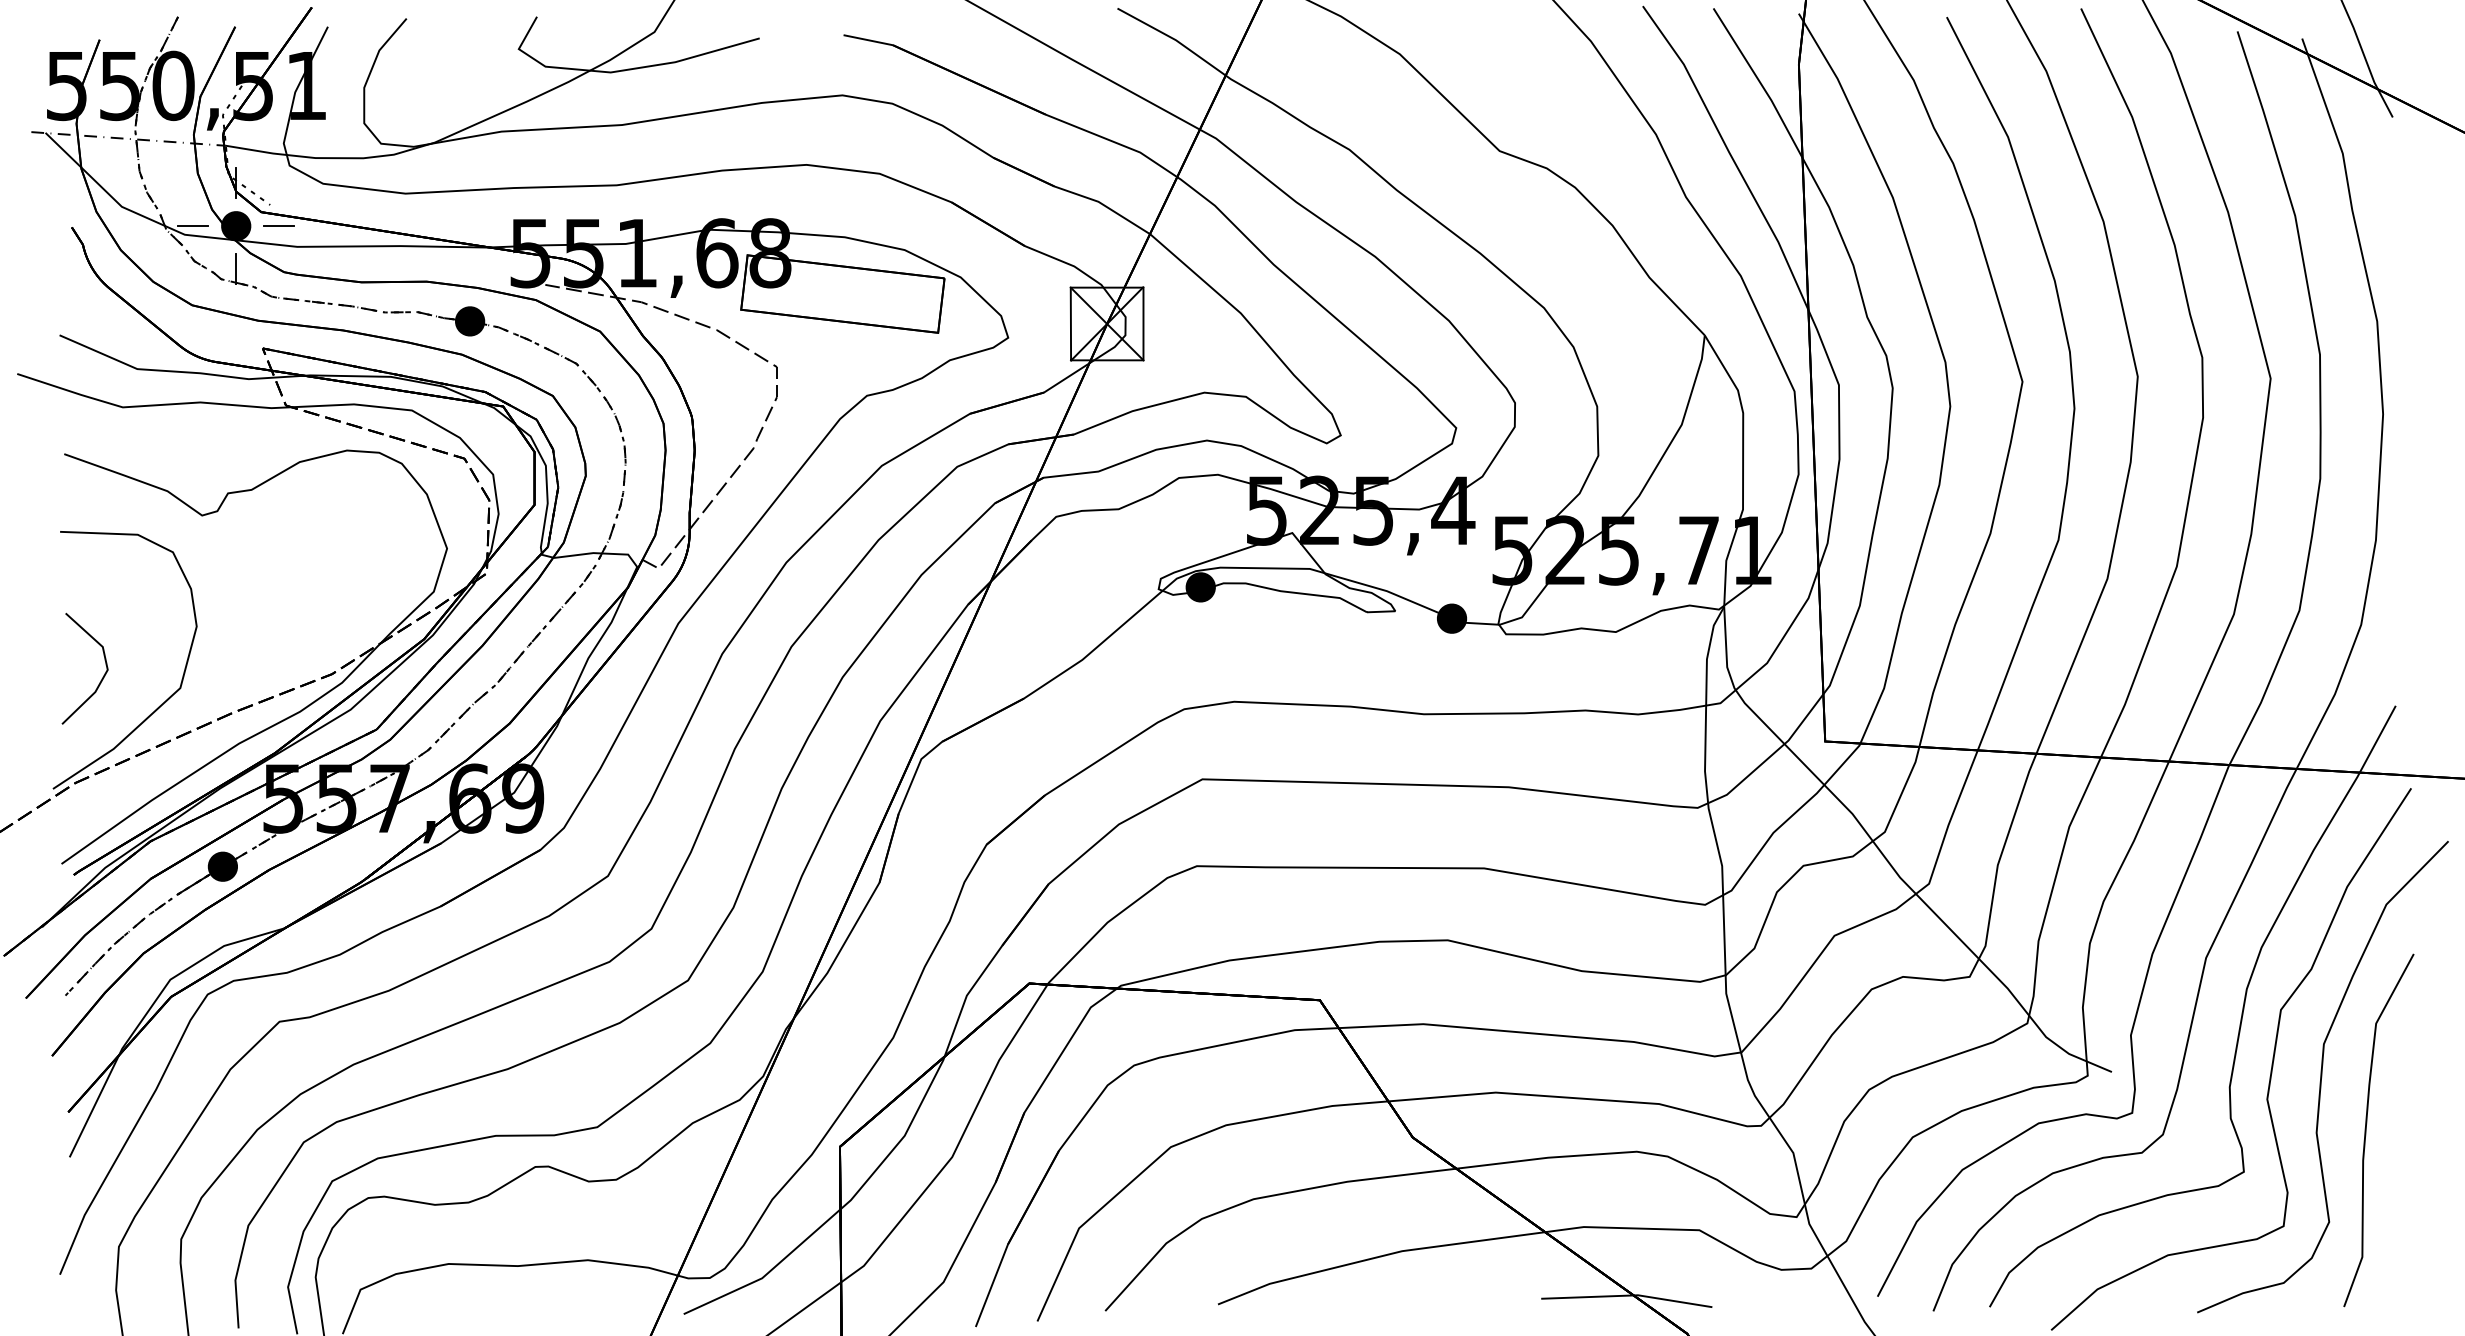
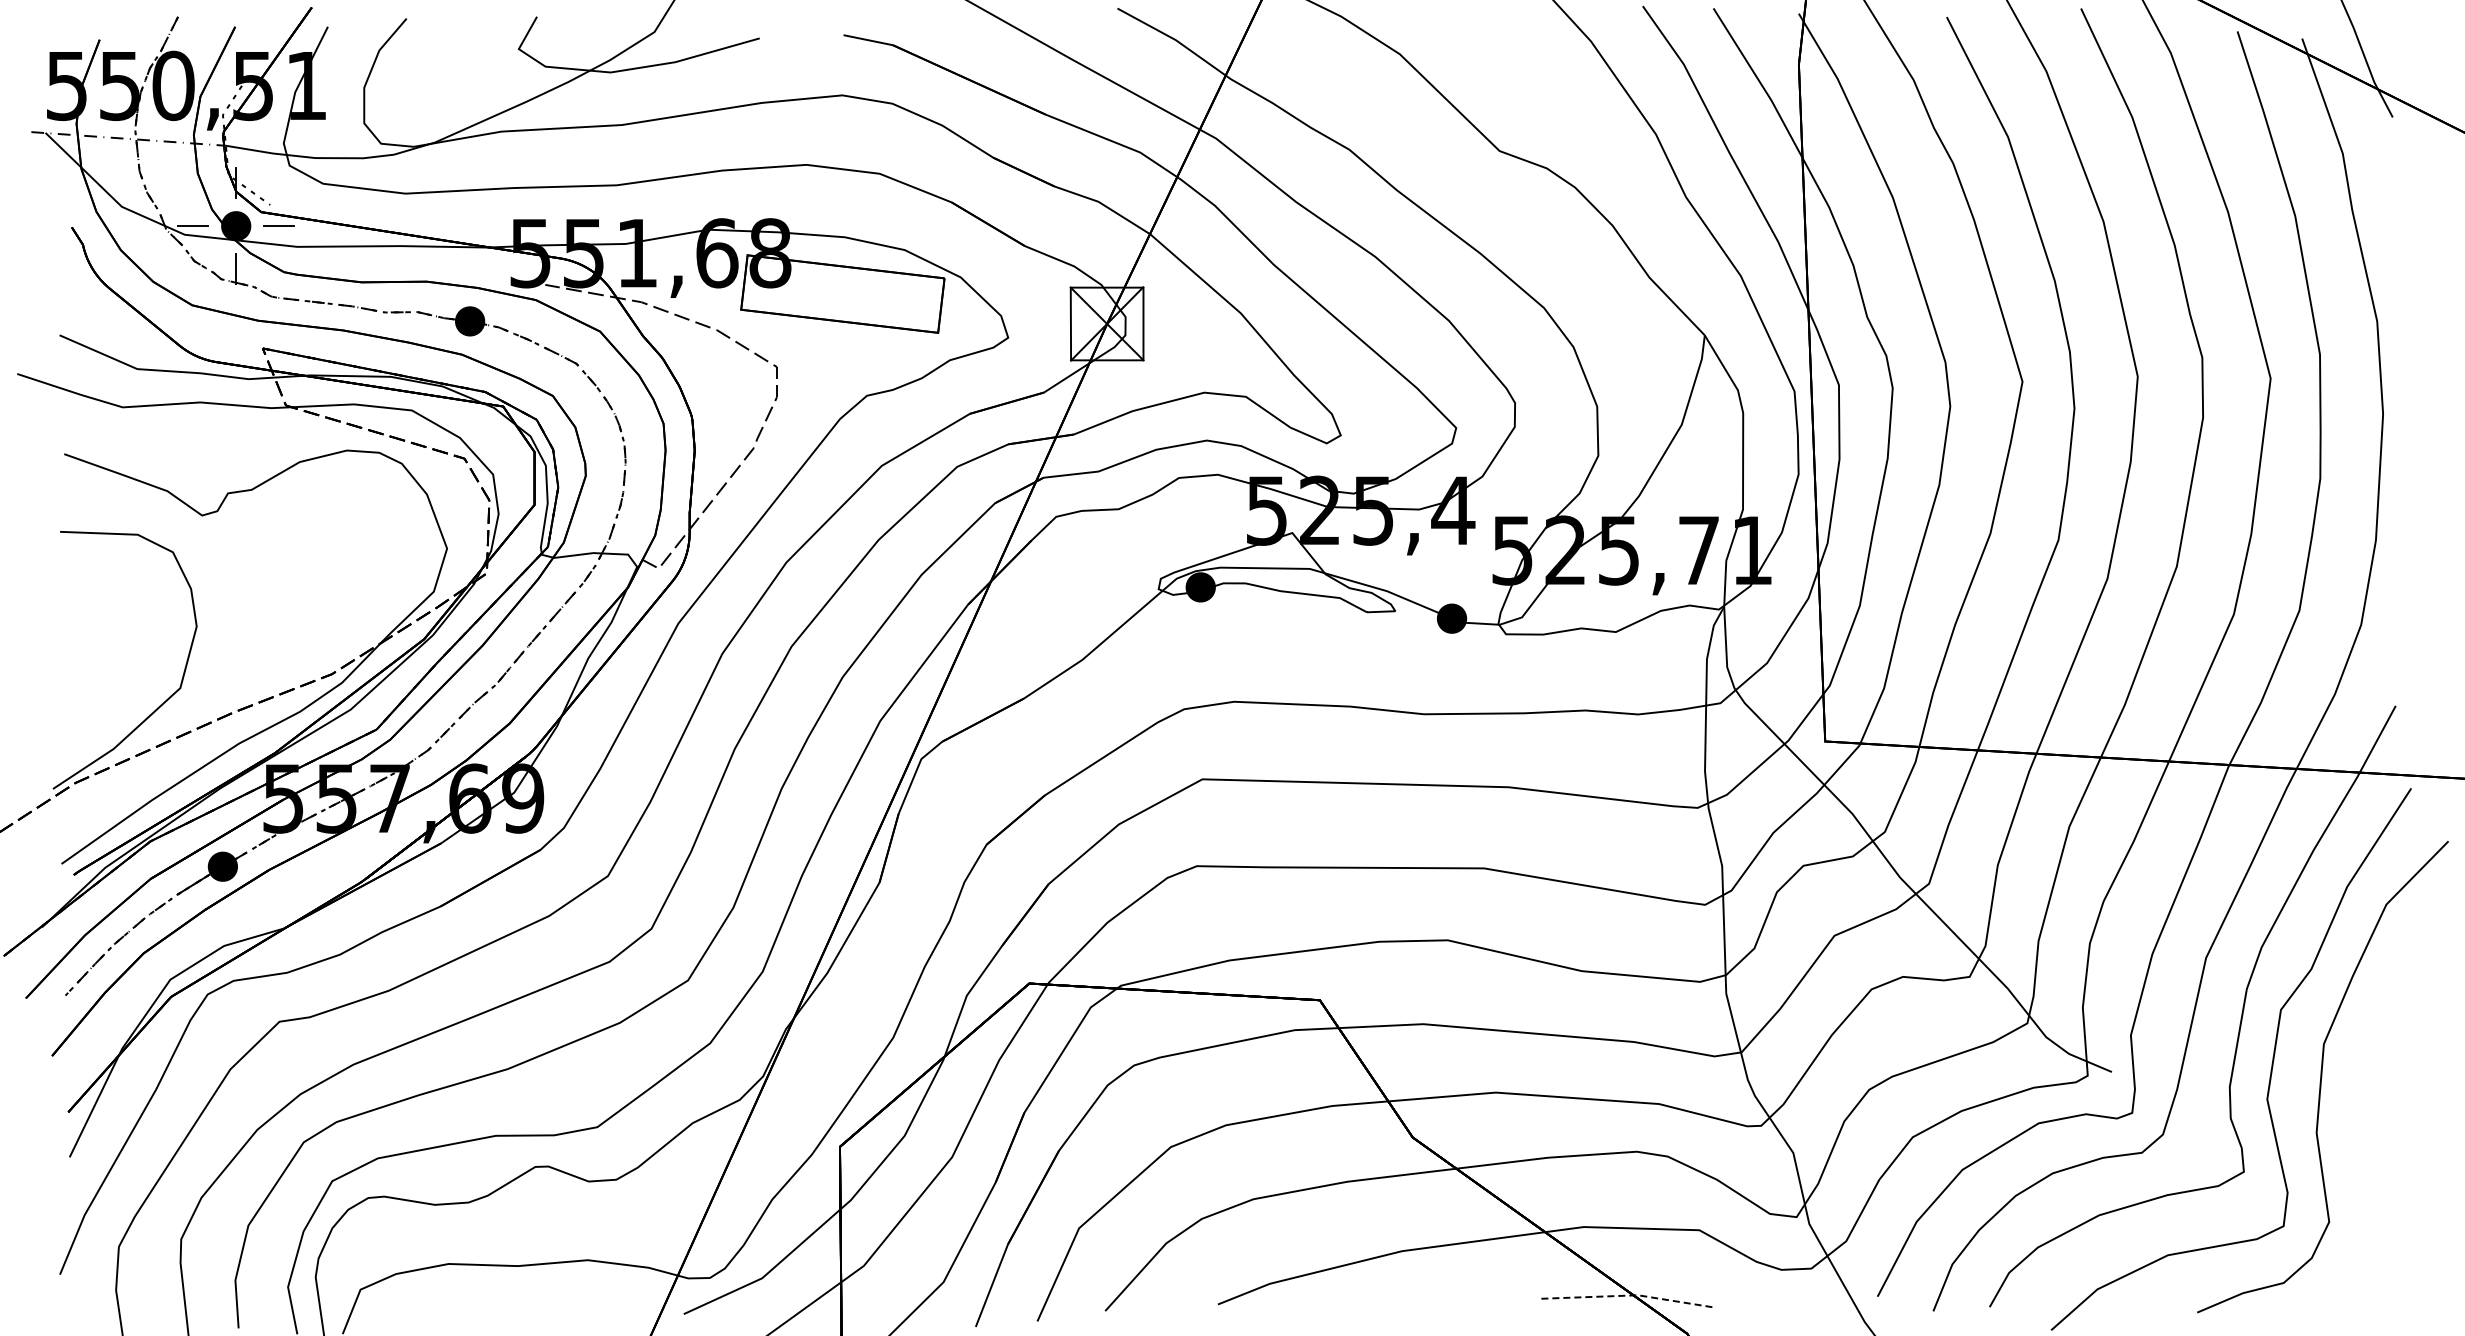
line at (101, 678): present -> none
curve at (2366, 1130): present -> none
line at (1628, 1295): solid -> dashed
